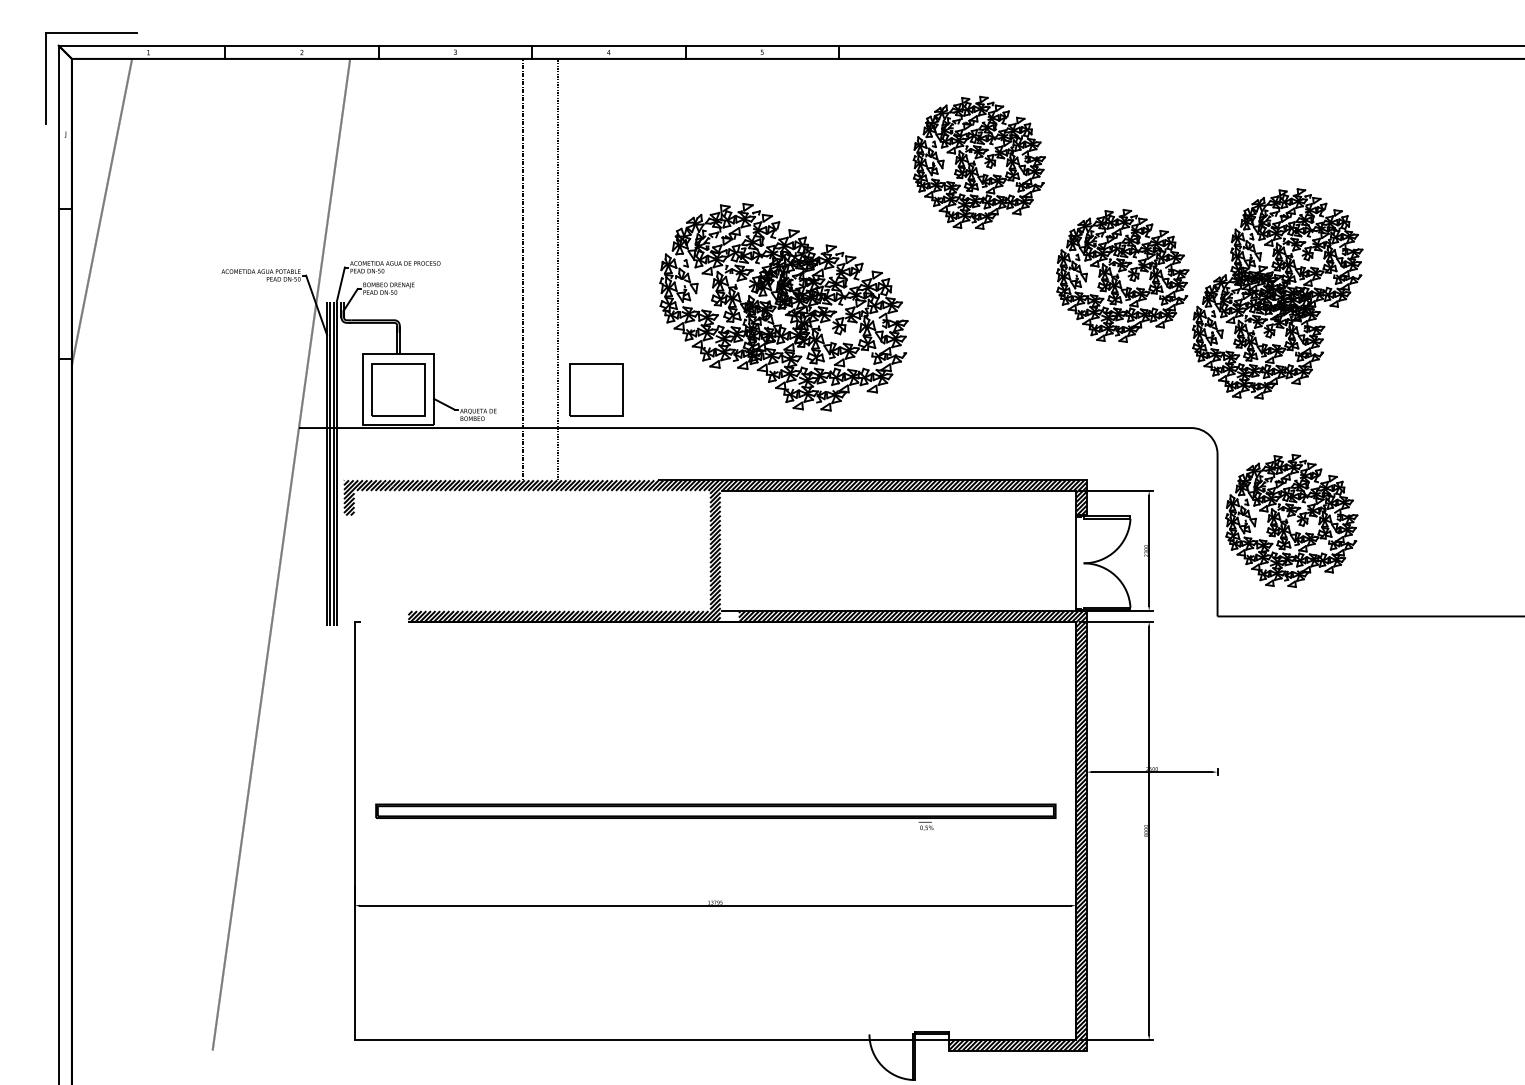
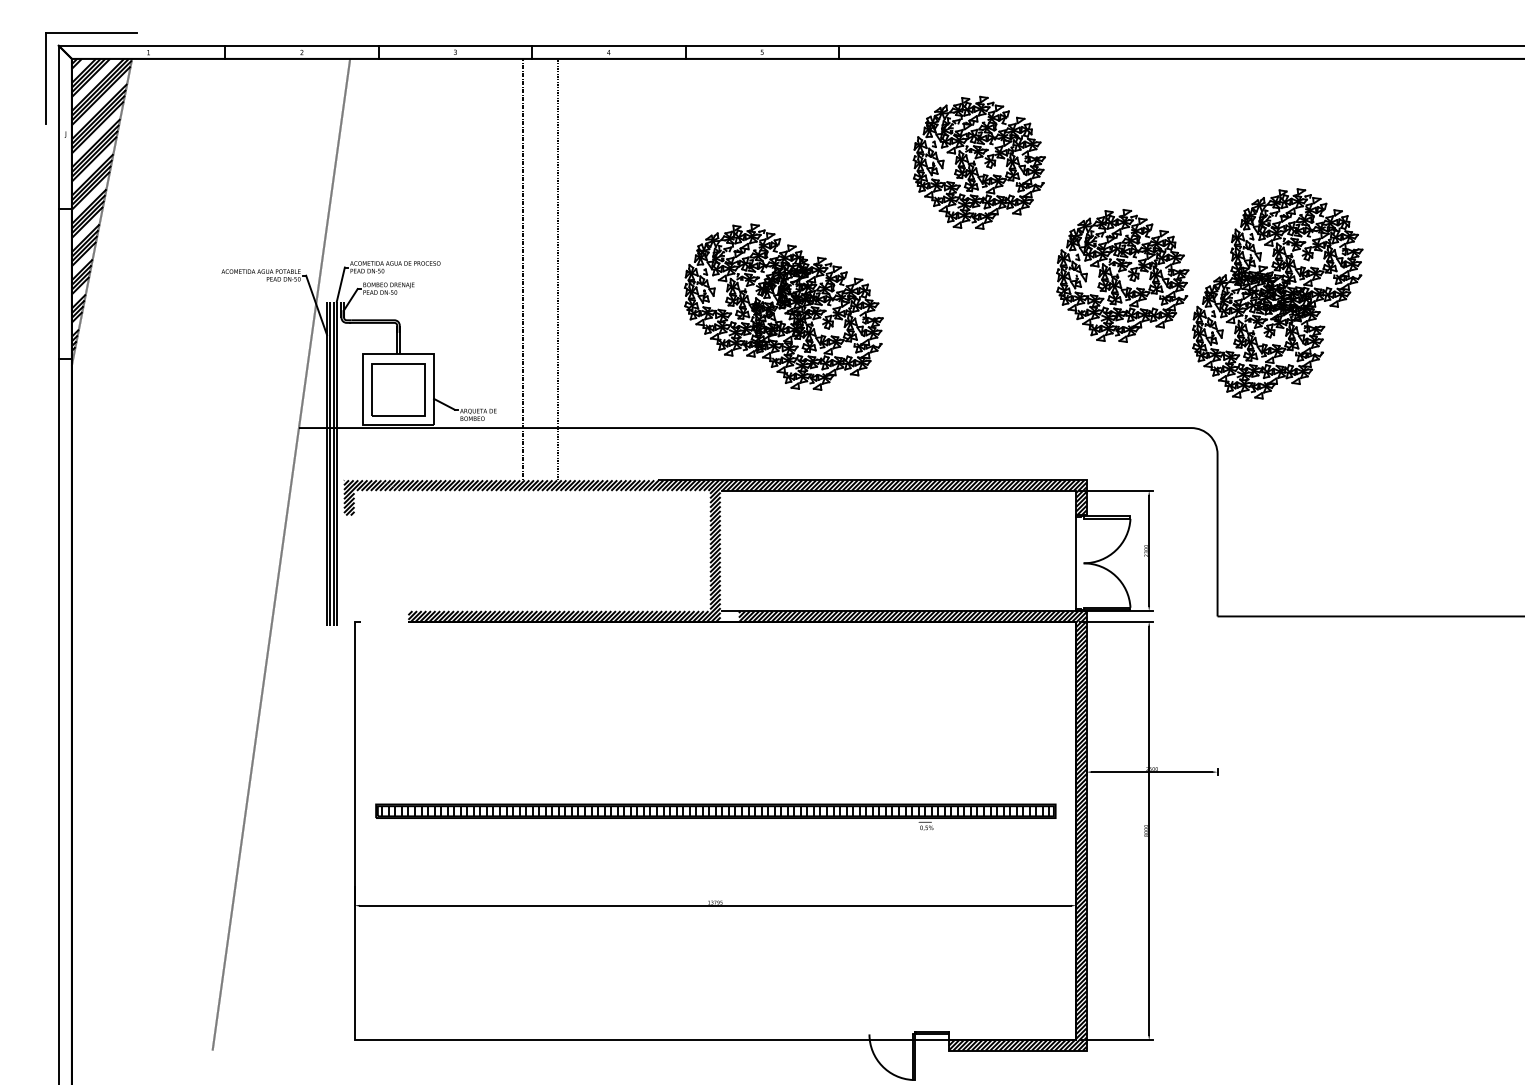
hatch at (101, 211): none -> present
part at (783, 307) size: 250x209 px -> 201x168 px
part at (596, 389): present -> none
part at (1291, 520): present -> none
hatch at (715, 811): none -> present
